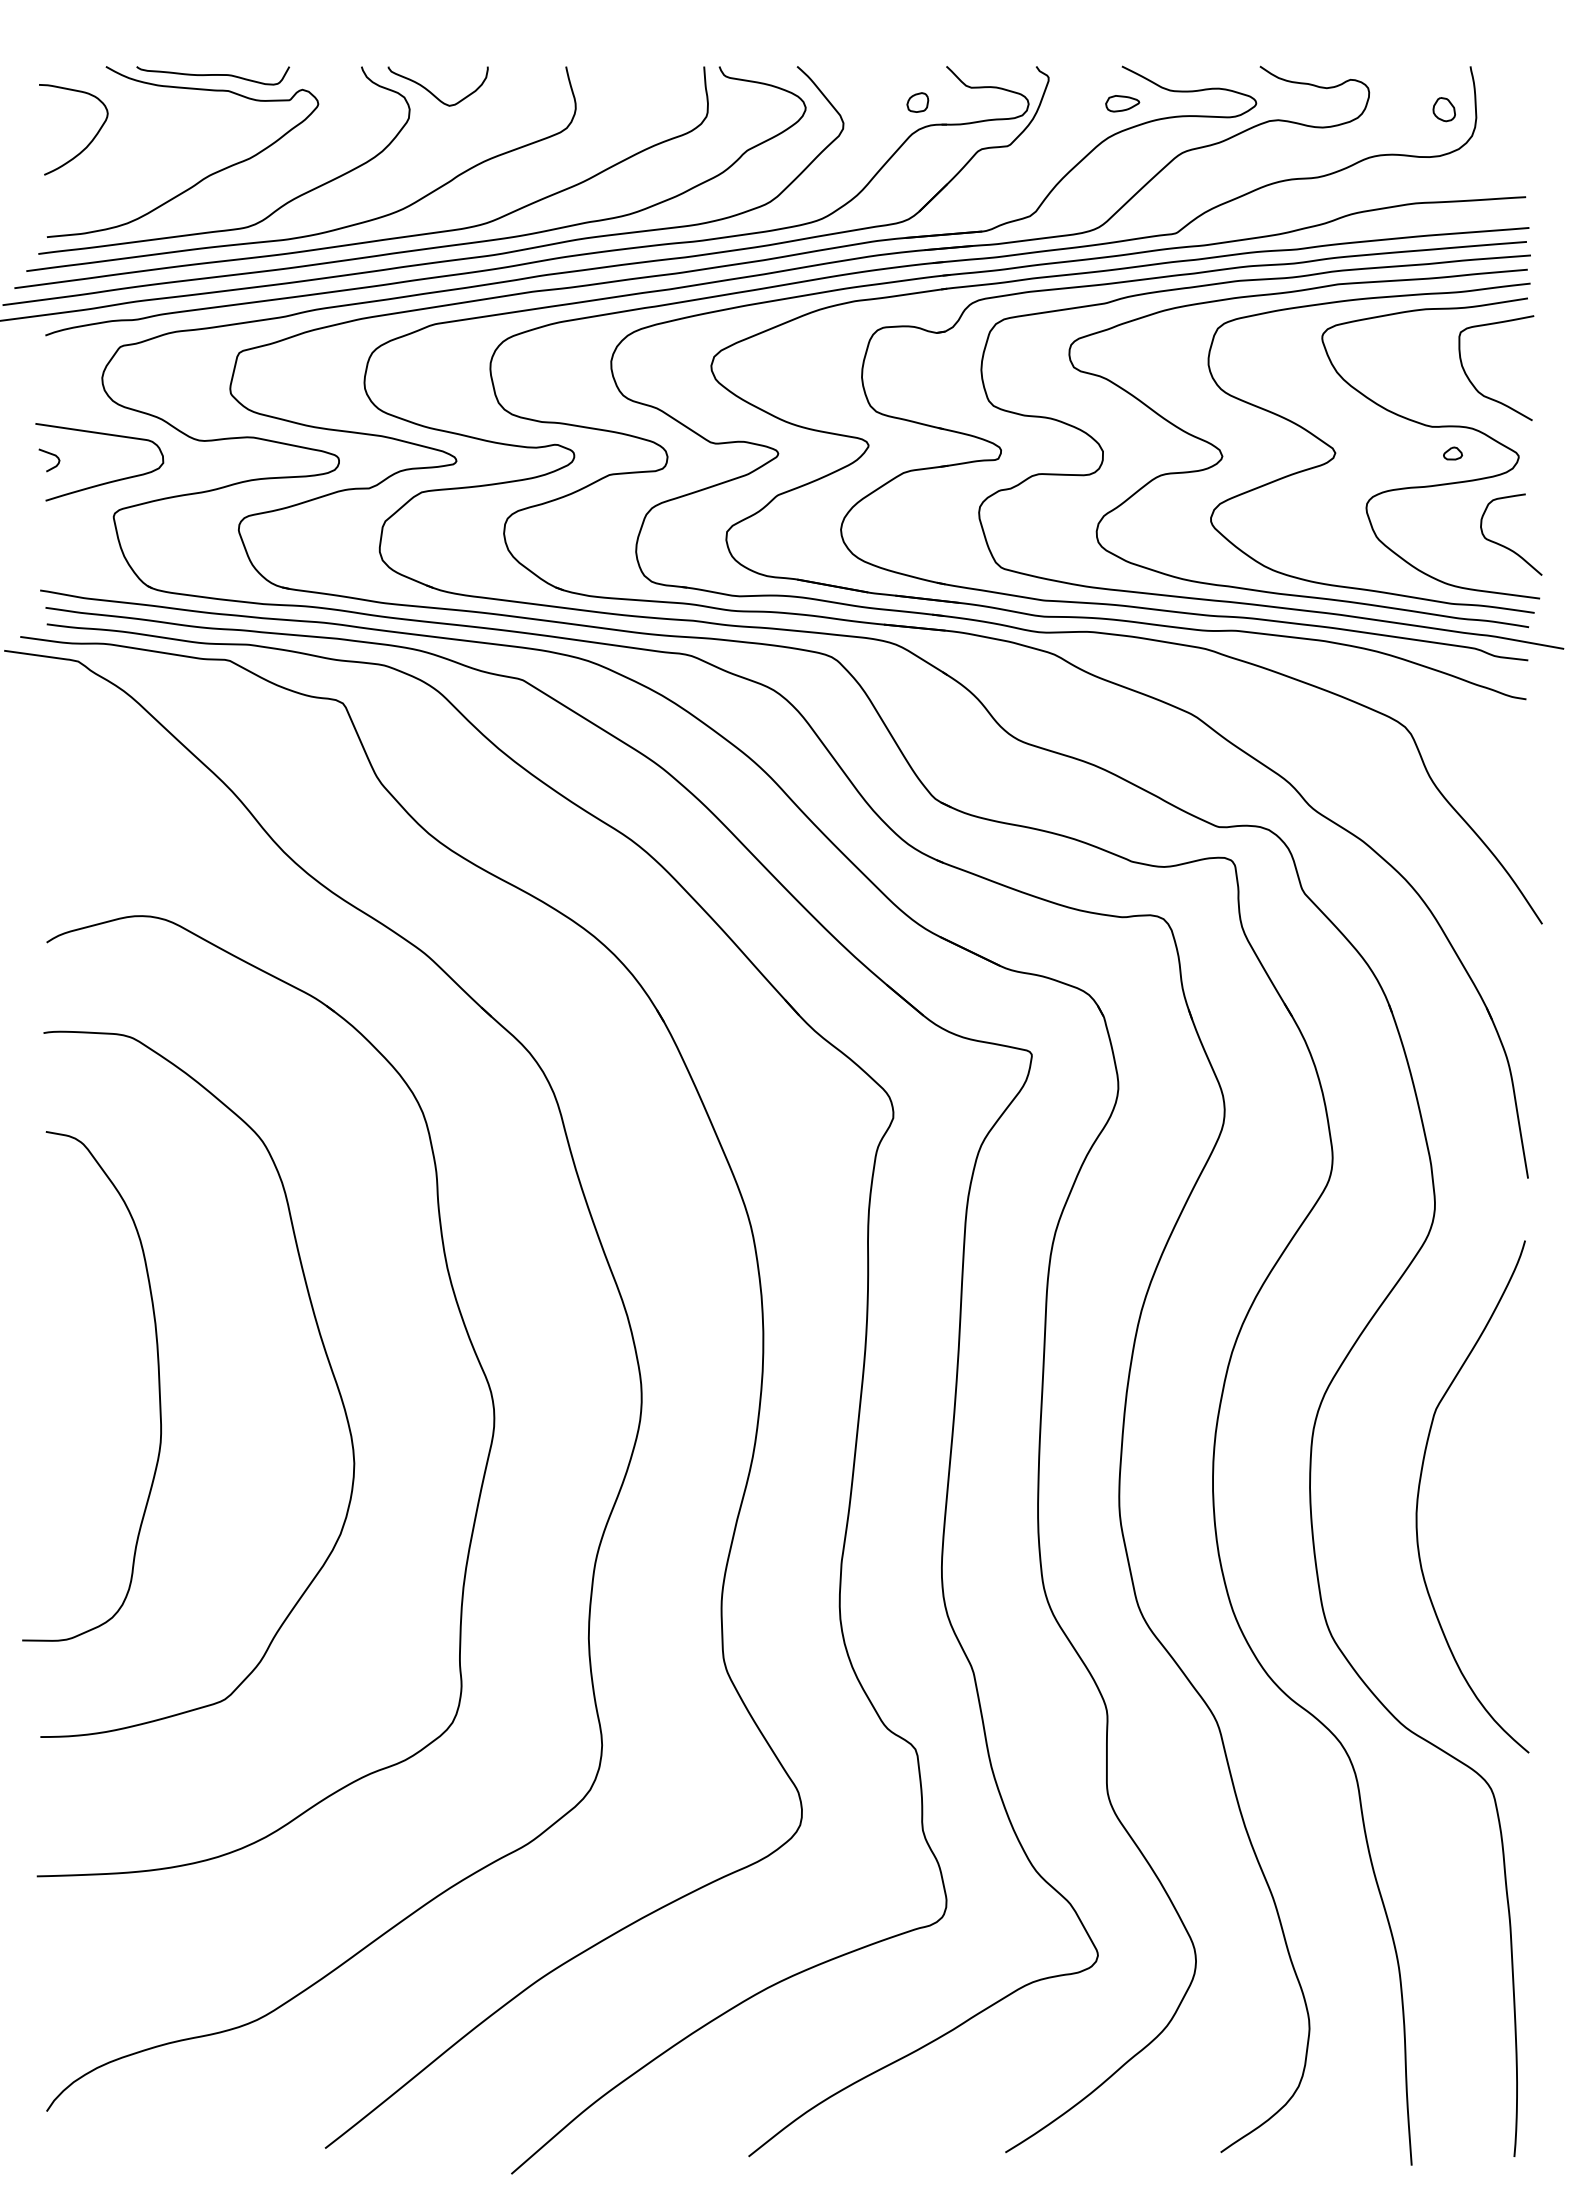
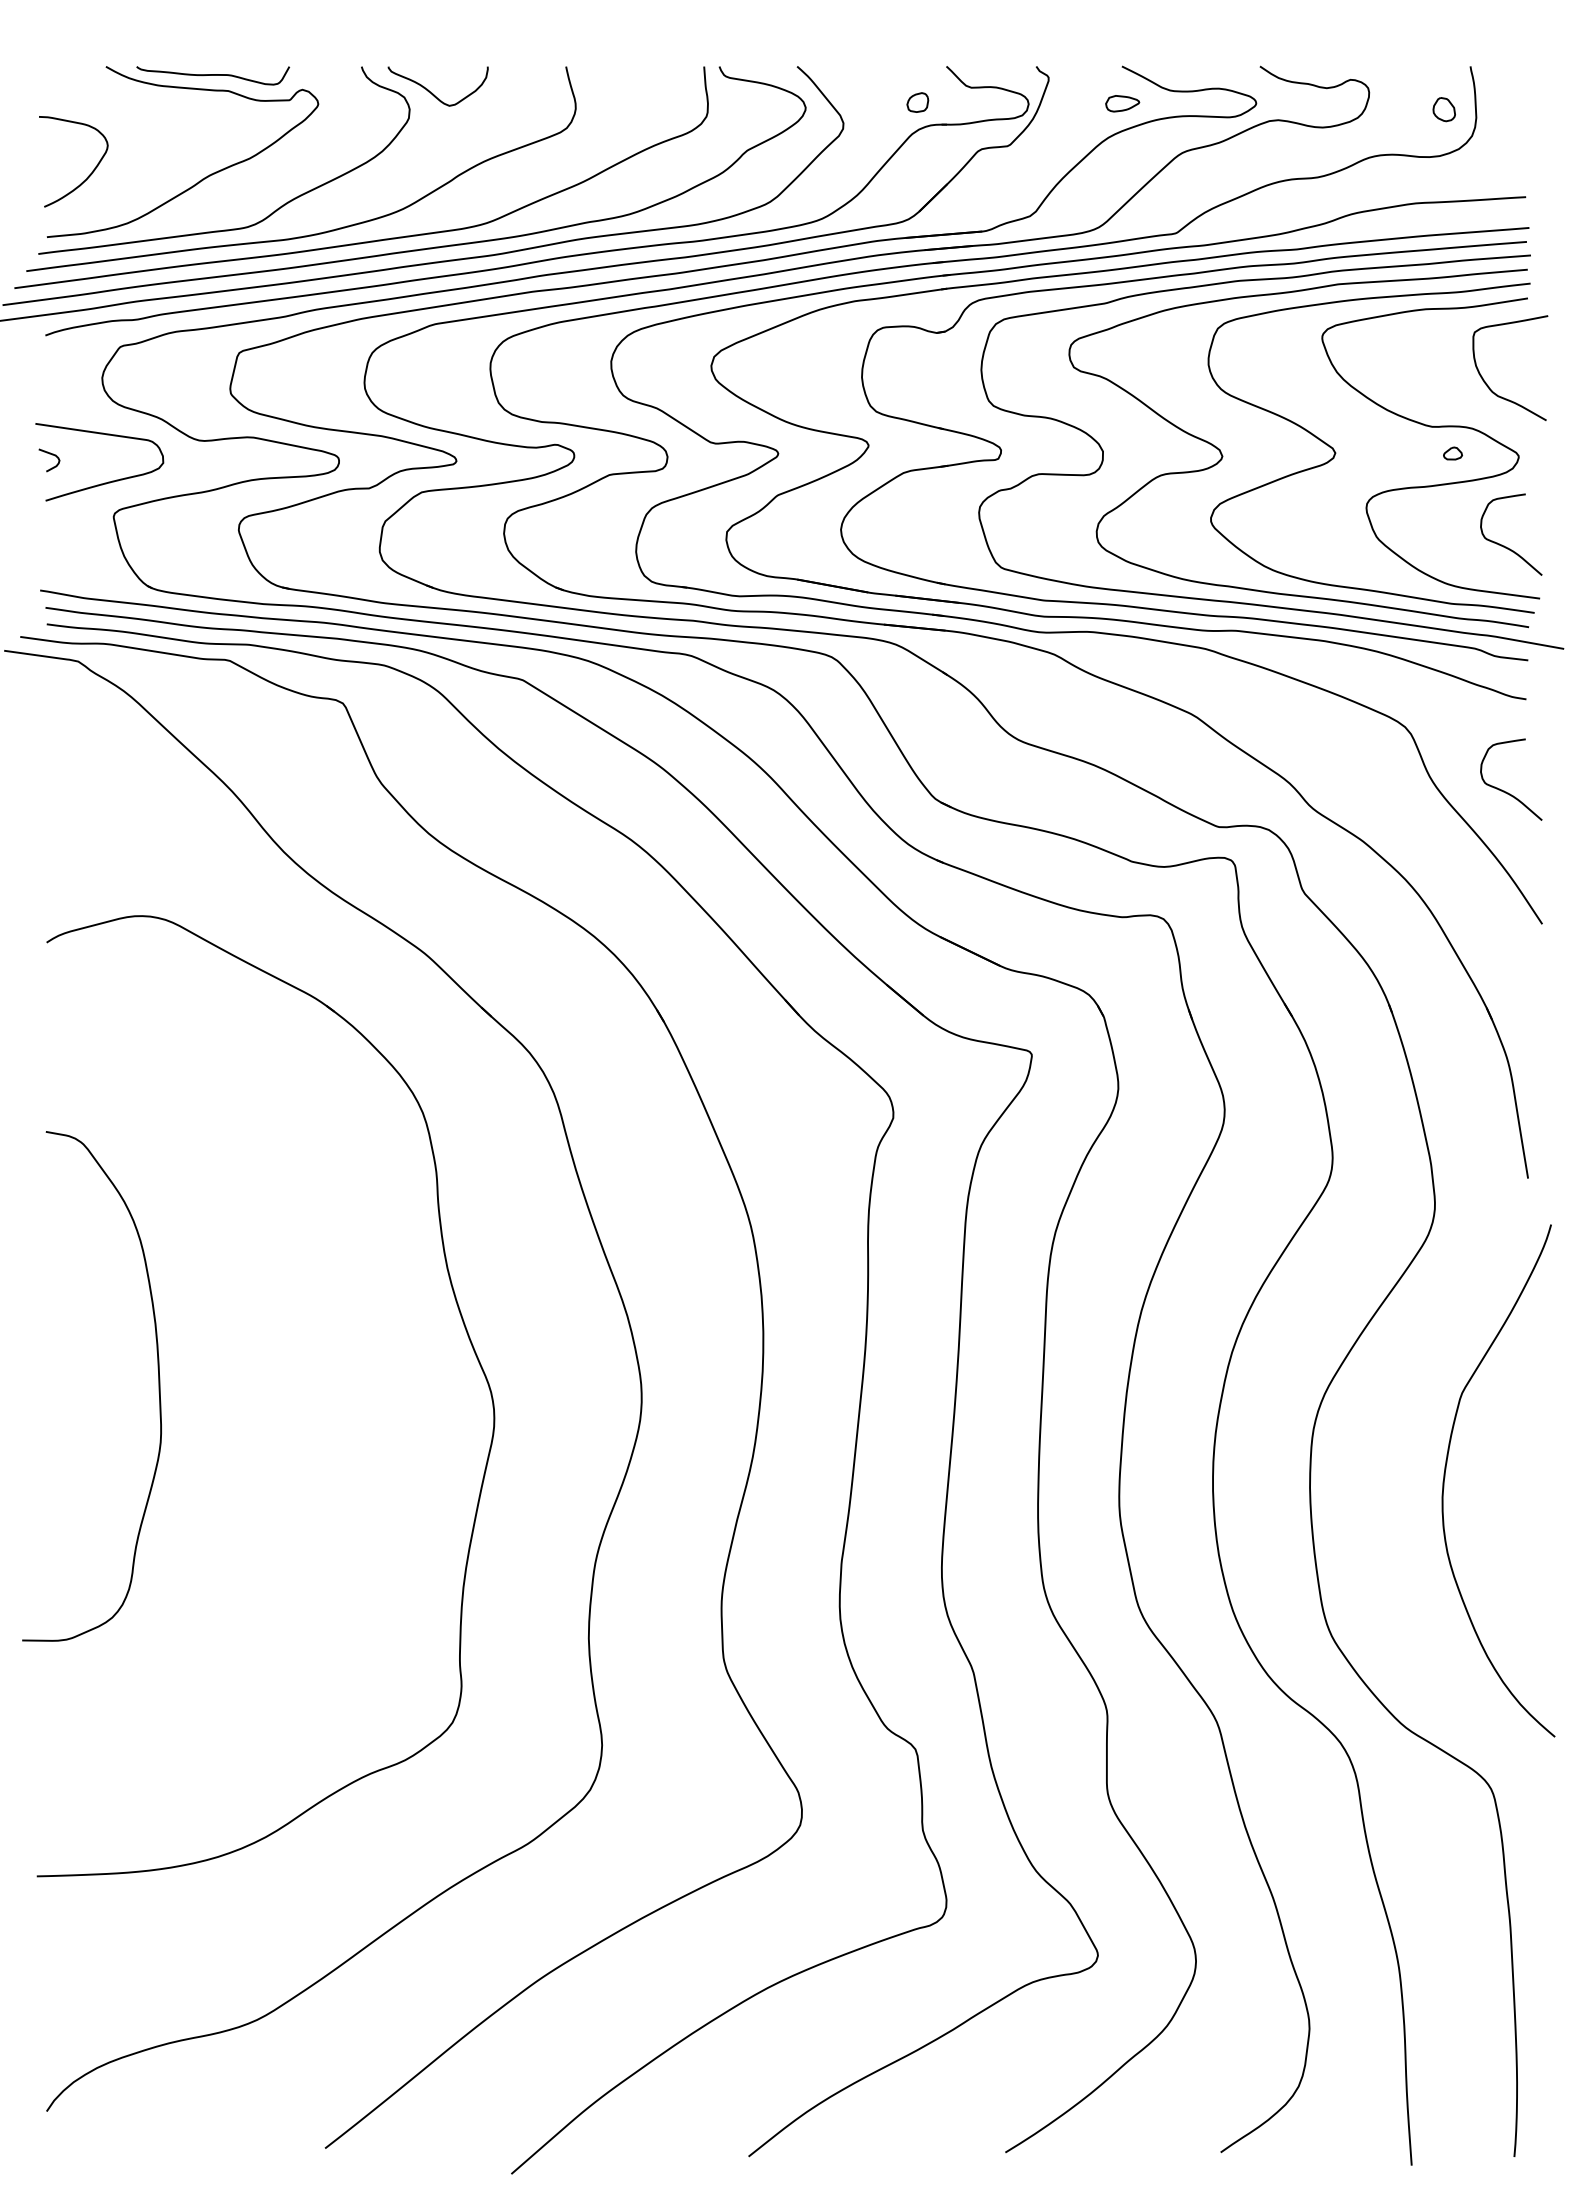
curve at (88, 143) position: (88, 143) -> (88, 175)
curve at (1472, 382) position: (1472, 382) -> (1486, 382)
curve at (1506, 791): none -> present
curve at (321, 1342): present -> none
curve at (1419, 1493) position: (1419, 1493) -> (1445, 1477)
